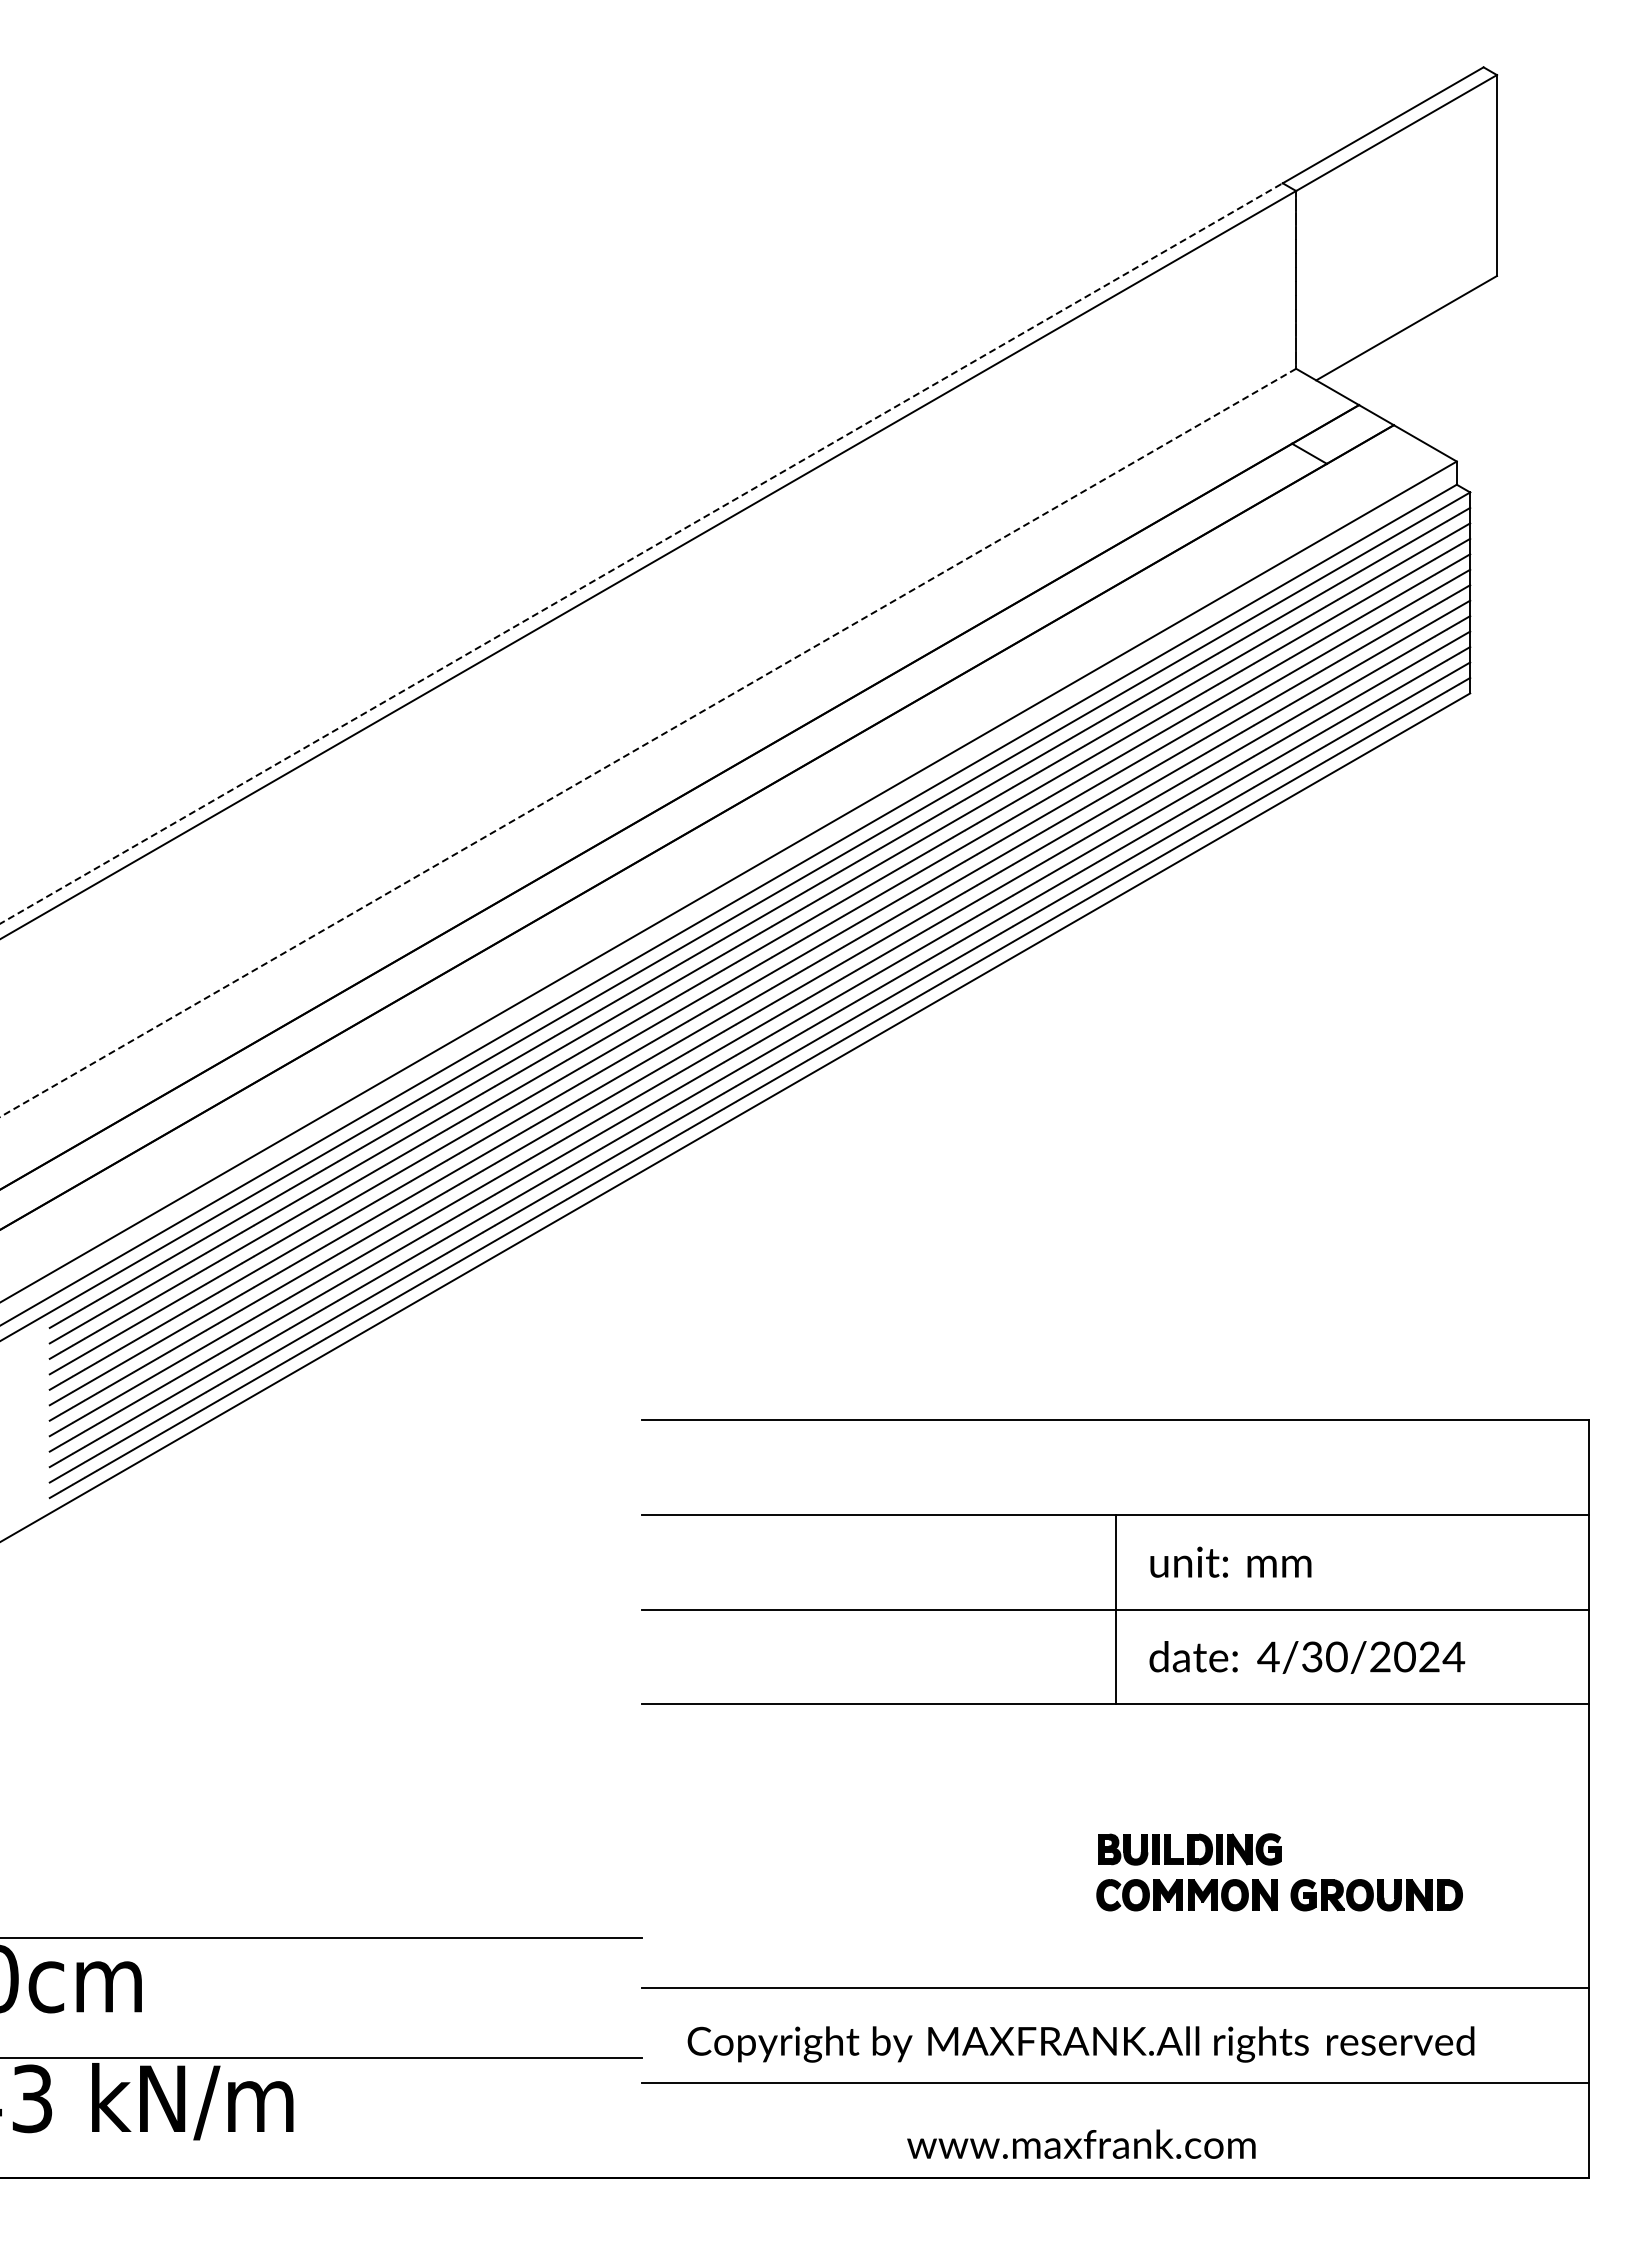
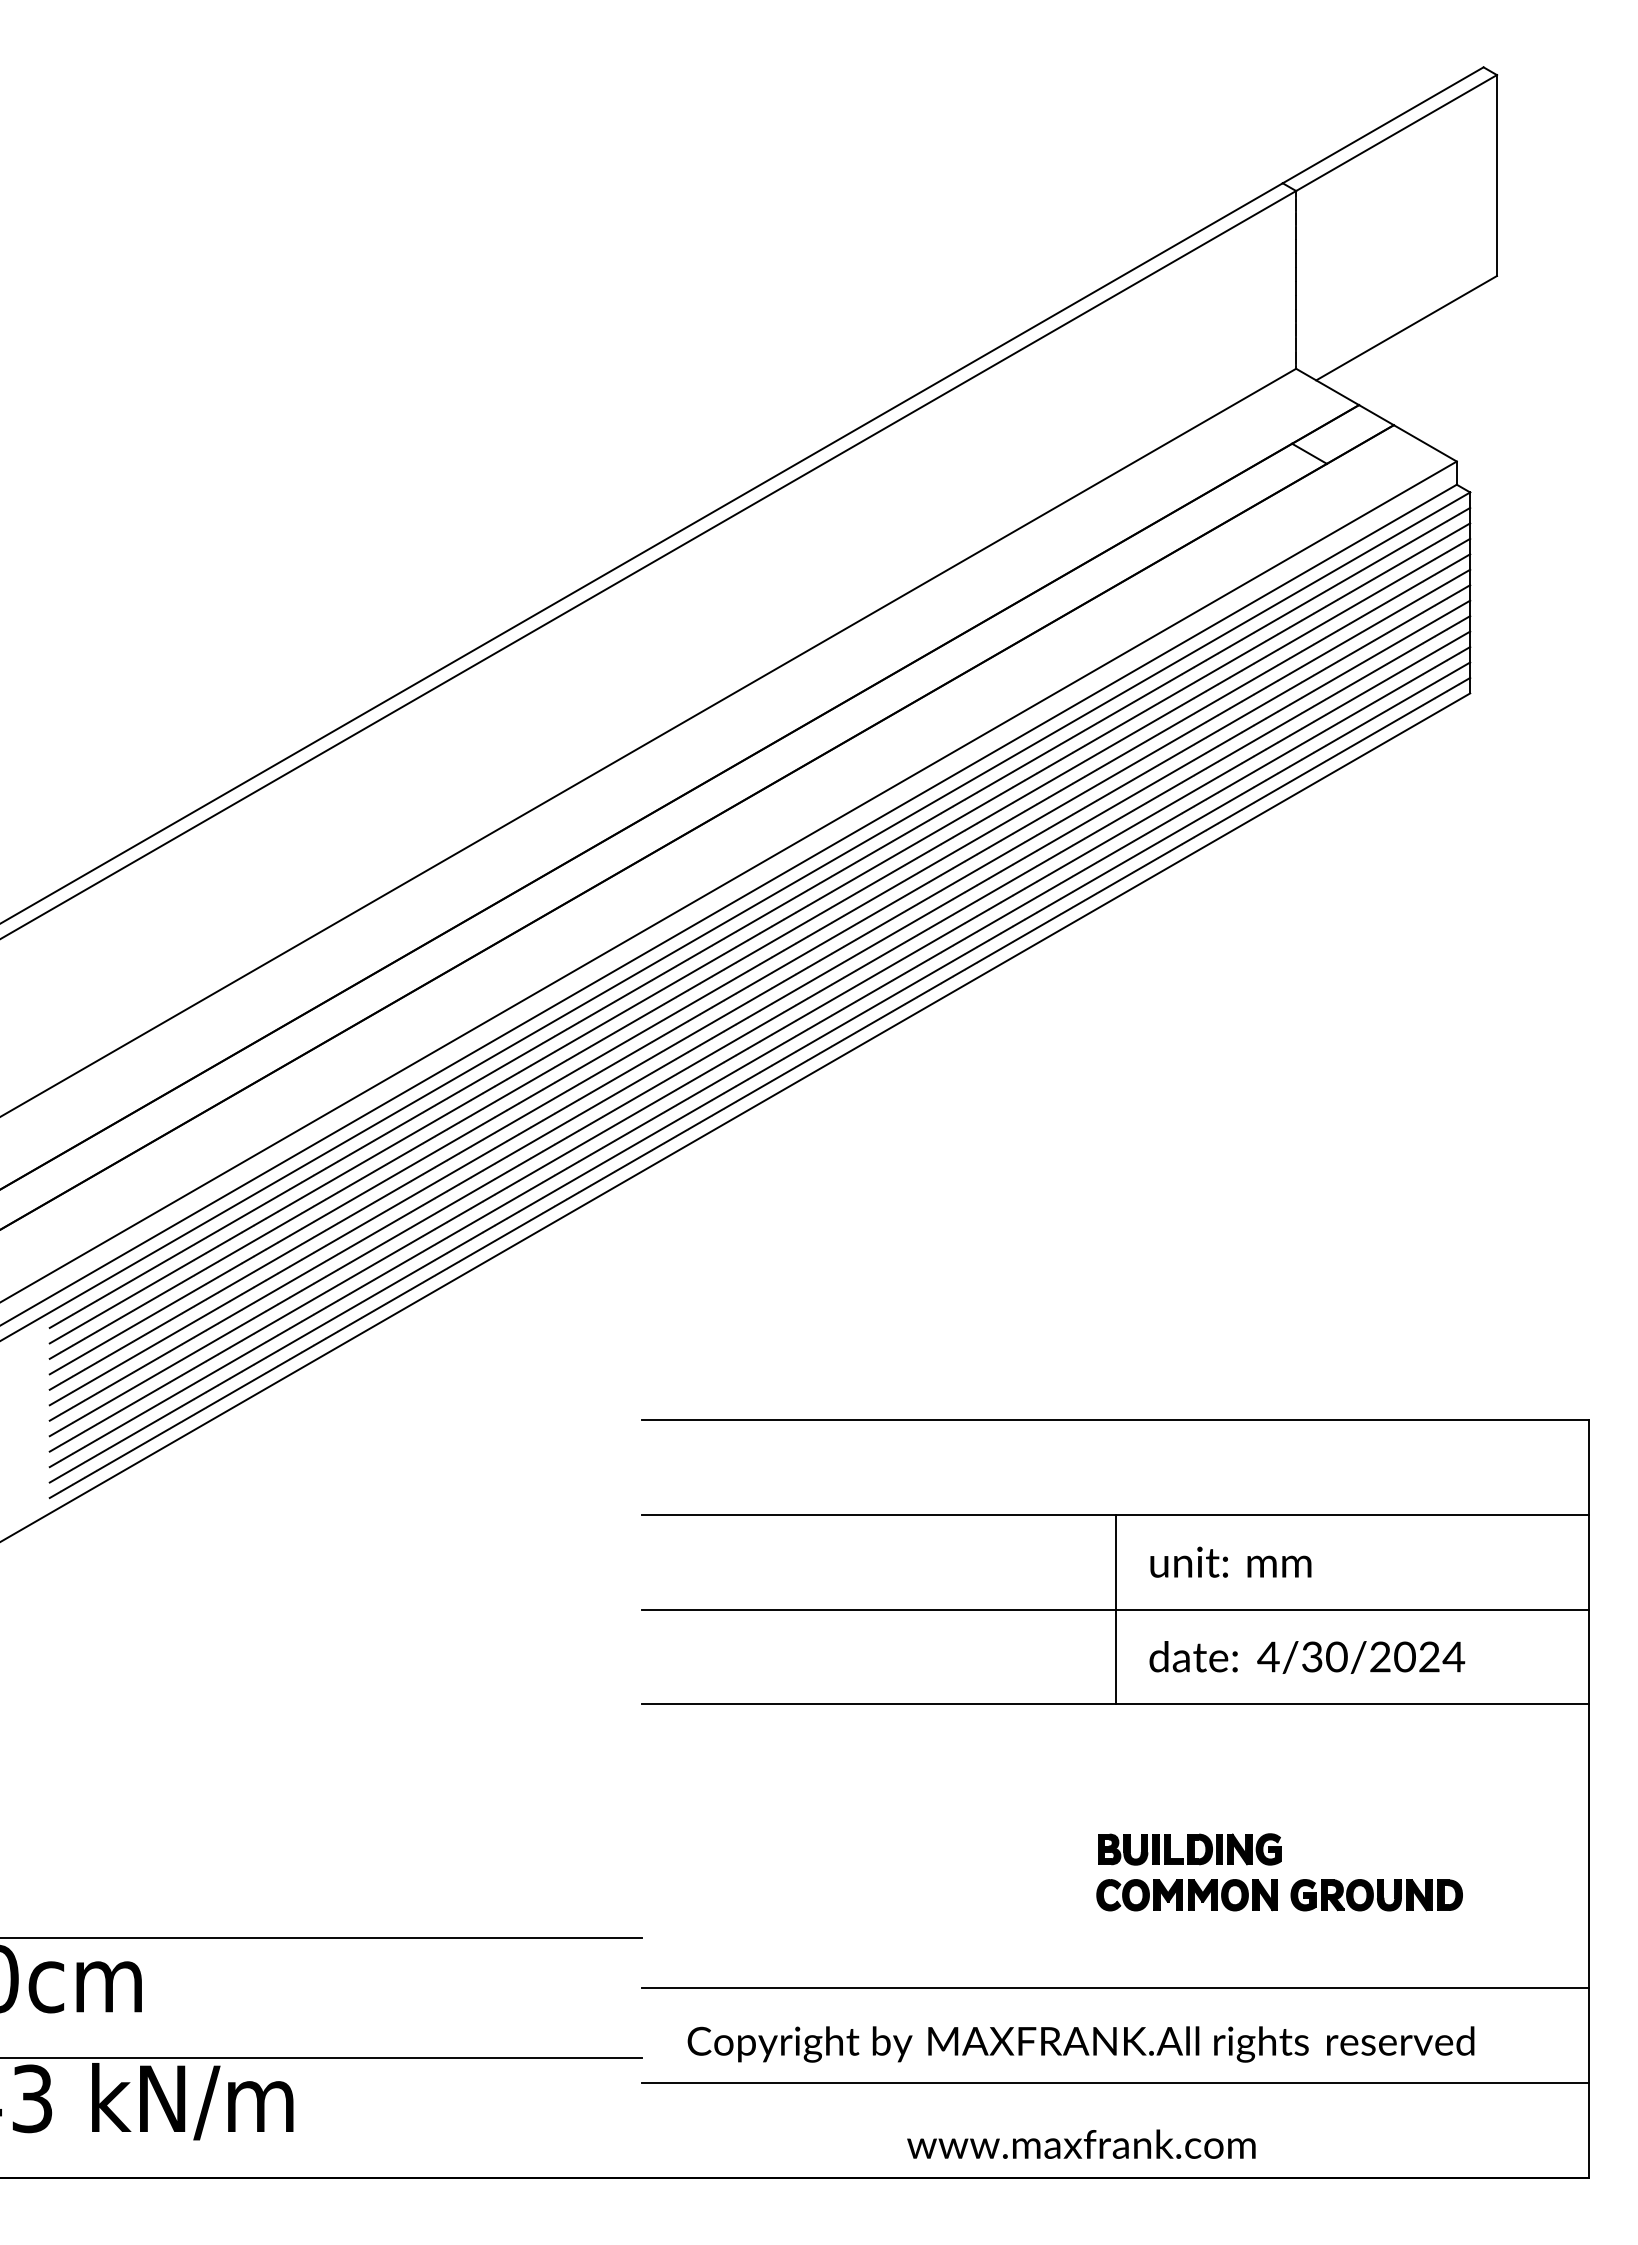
line at (641, 553): dashed -> solid
line at (648, 742): dashed -> solid
